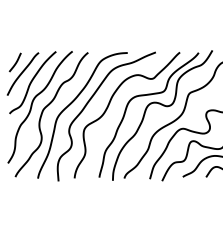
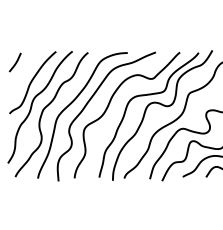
curve at (22, 73): present -> none
